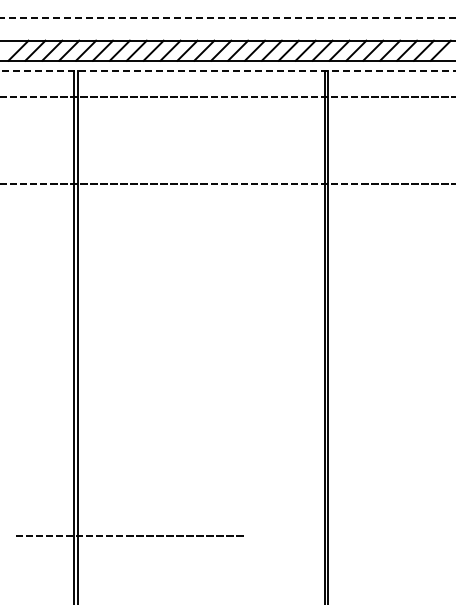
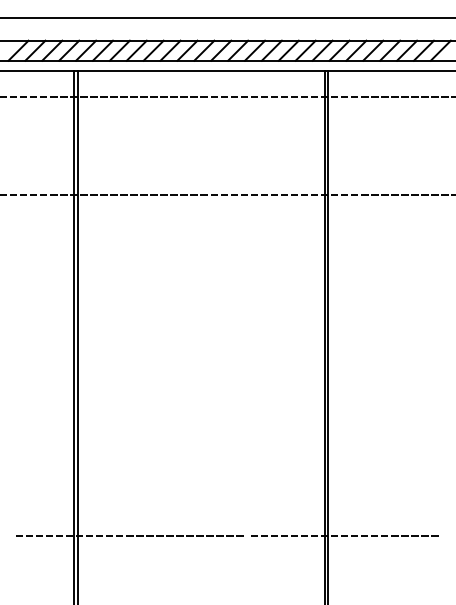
line at (228, 18): dashed -> solid
line at (227, 70): dashed -> solid
line at (227, 183) position: (227, 183) -> (227, 194)
line at (344, 536): none -> present
